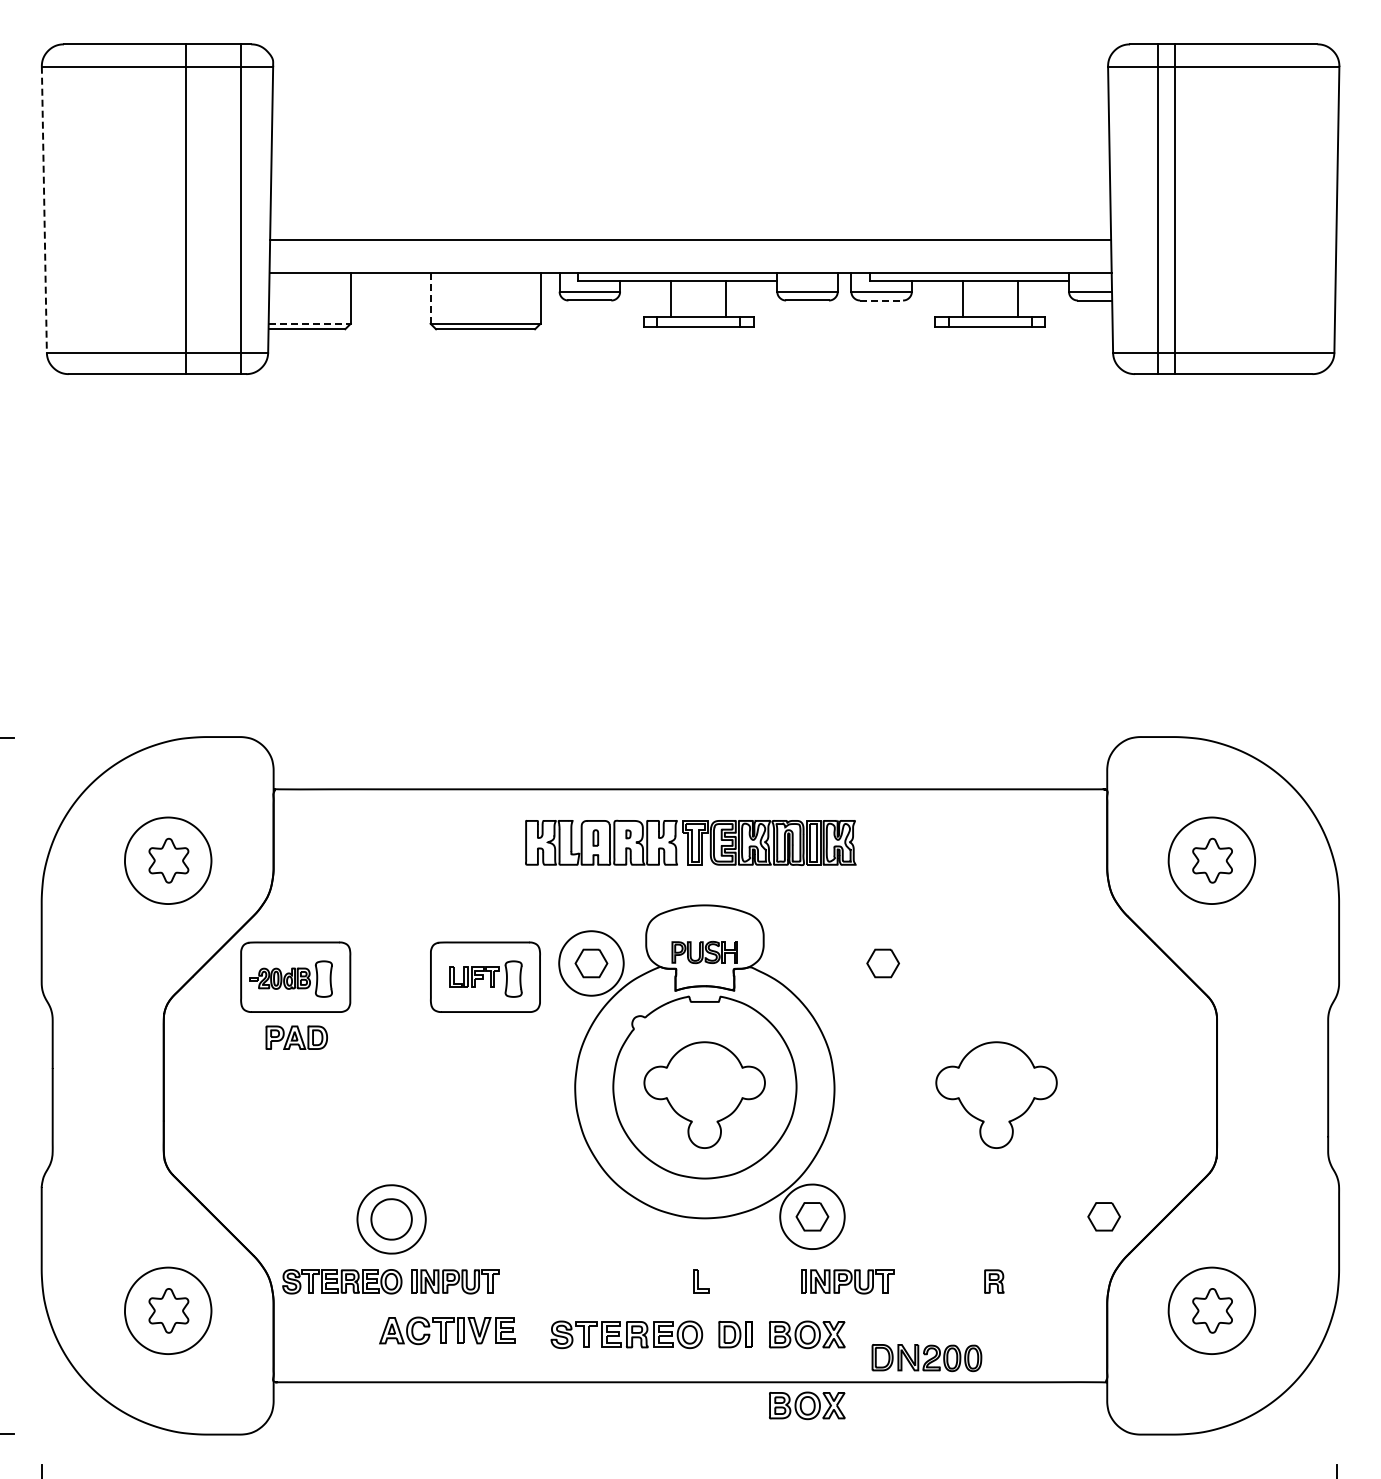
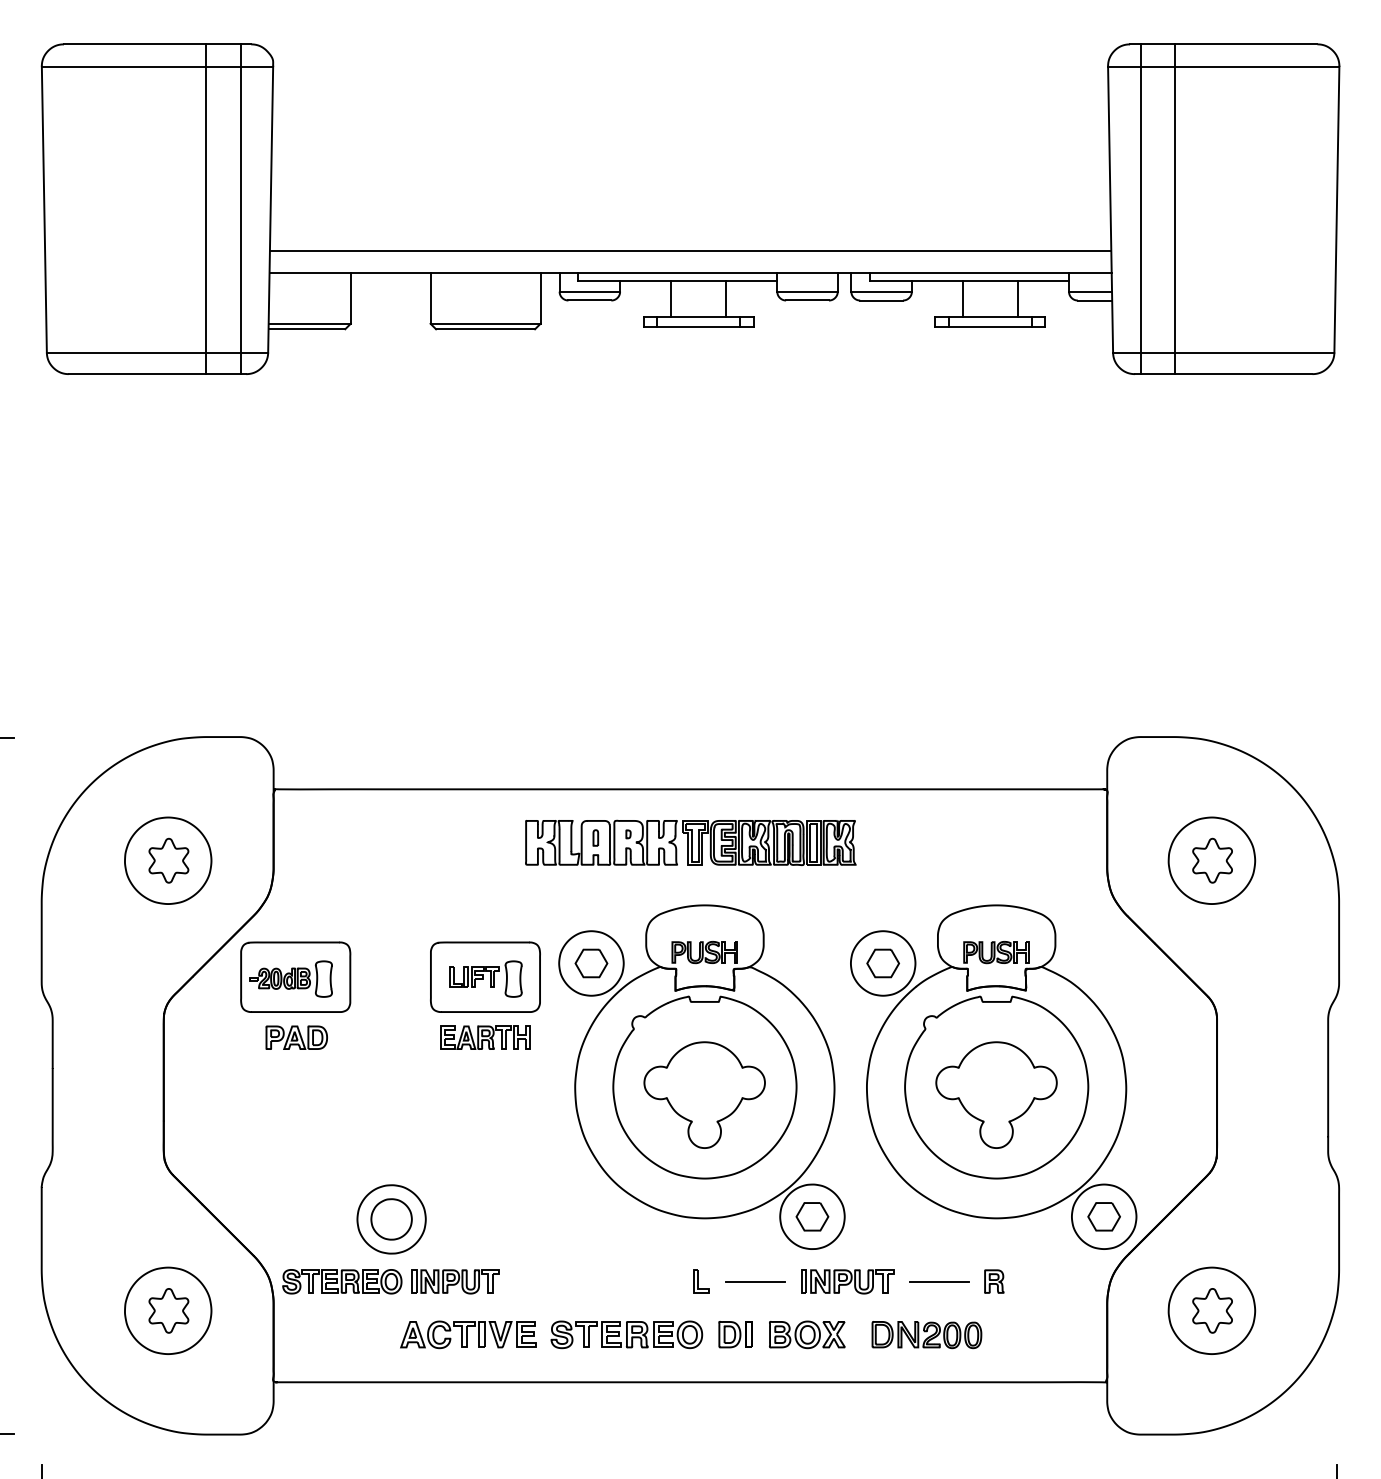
line at (44, 209): dashed -> solid
line at (186, 209) position: (186, 209) -> (206, 209)
line at (1157, 209) position: (1157, 209) -> (1140, 209)
line at (690, 240) position: (690, 240) -> (690, 251)
line at (430, 297): dashed -> solid
line at (882, 300): dashed -> solid
line at (310, 323): dashed -> solid
part at (485, 1037): none -> present
part at (993, 1076): none -> present
line at (755, 1281): none -> present
line at (939, 1281): none -> present
part at (447, 1330) position: (447, 1330) -> (468, 1334)
part at (926, 1358) position: (926, 1358) -> (926, 1335)
part at (807, 1405): present -> none
